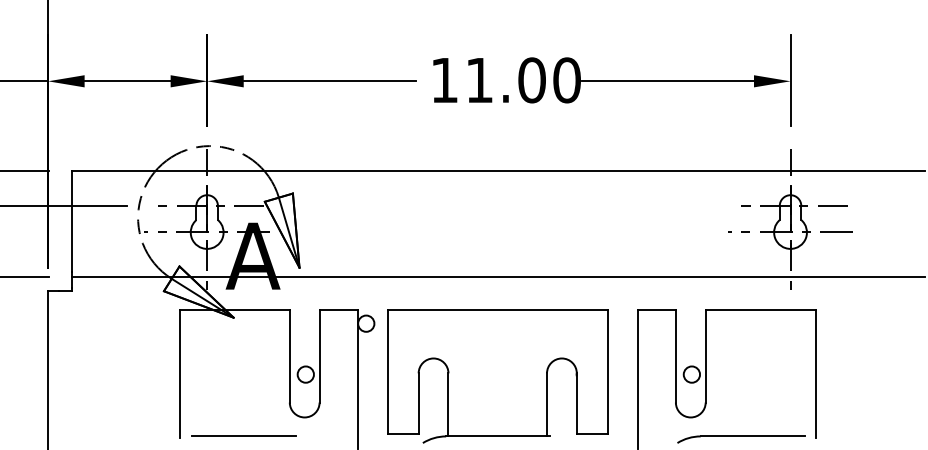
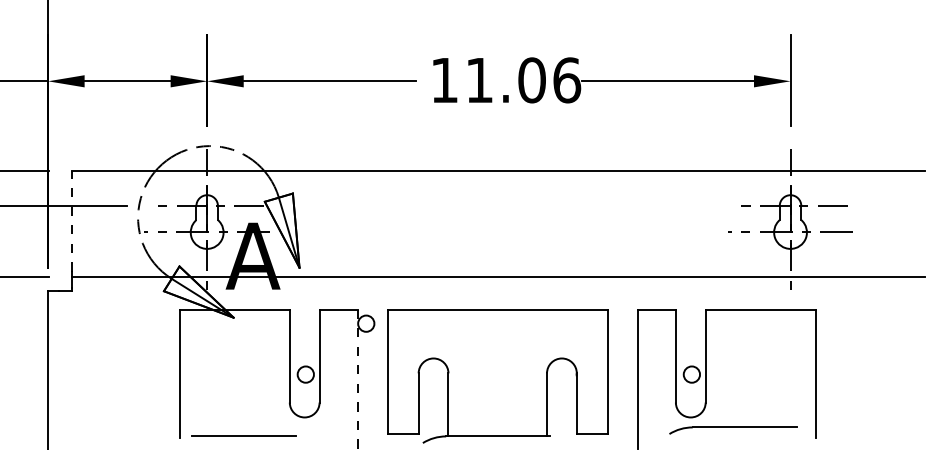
text at (567, 80): 11.00 -> 11.06
line at (72, 220): solid -> dashed
line at (357, 378): solid -> dashed
part at (741, 439) position: (741, 439) -> (733, 430)
